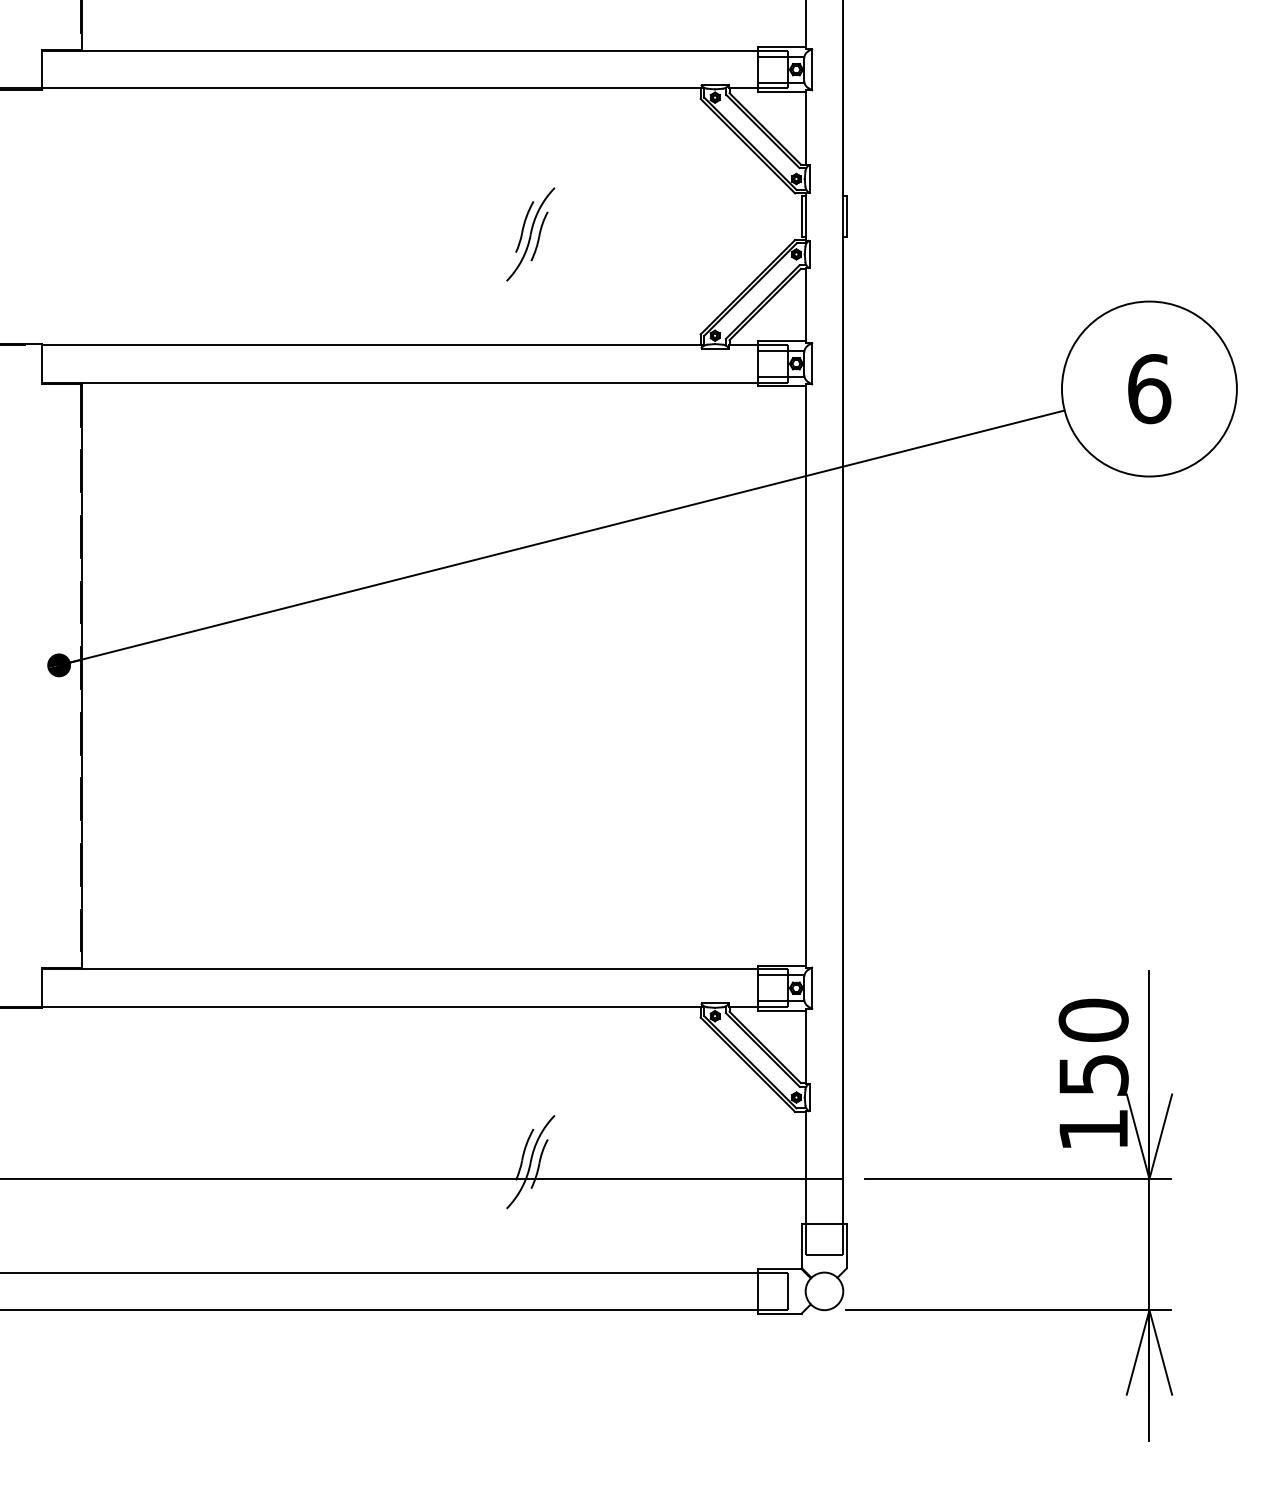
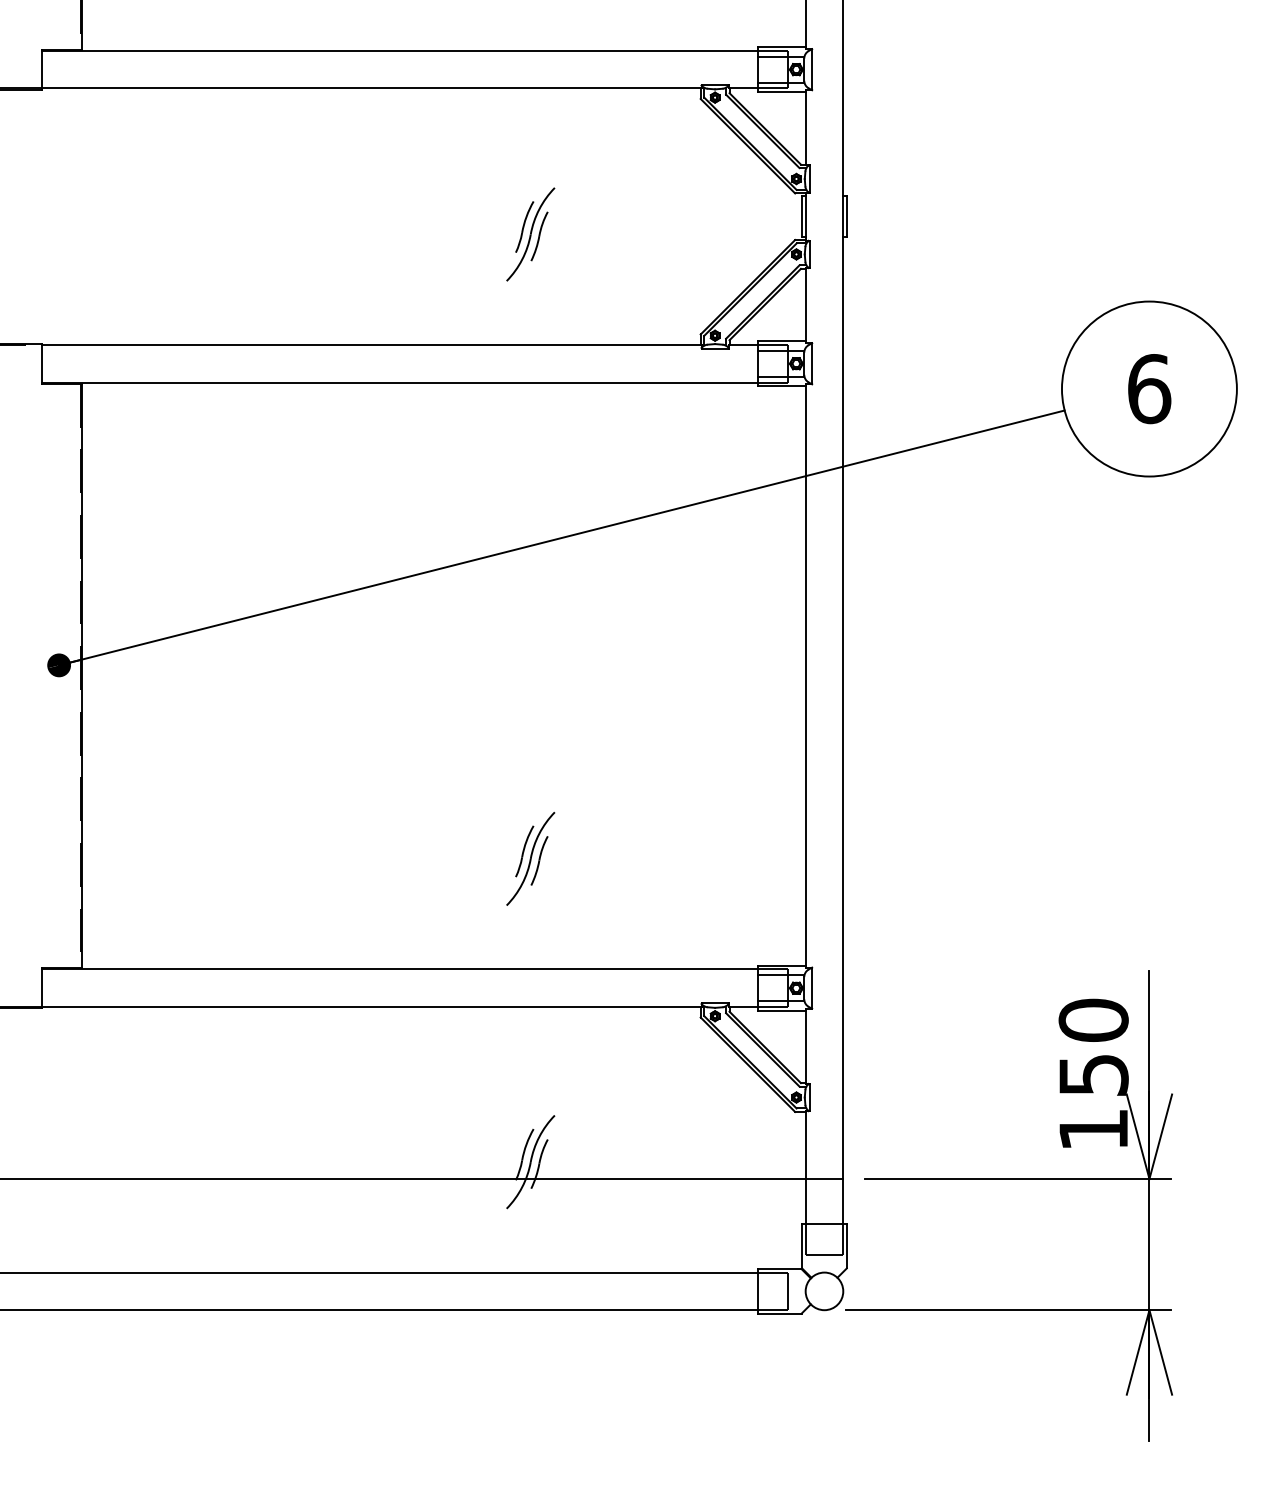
part at (530, 858): none -> present
